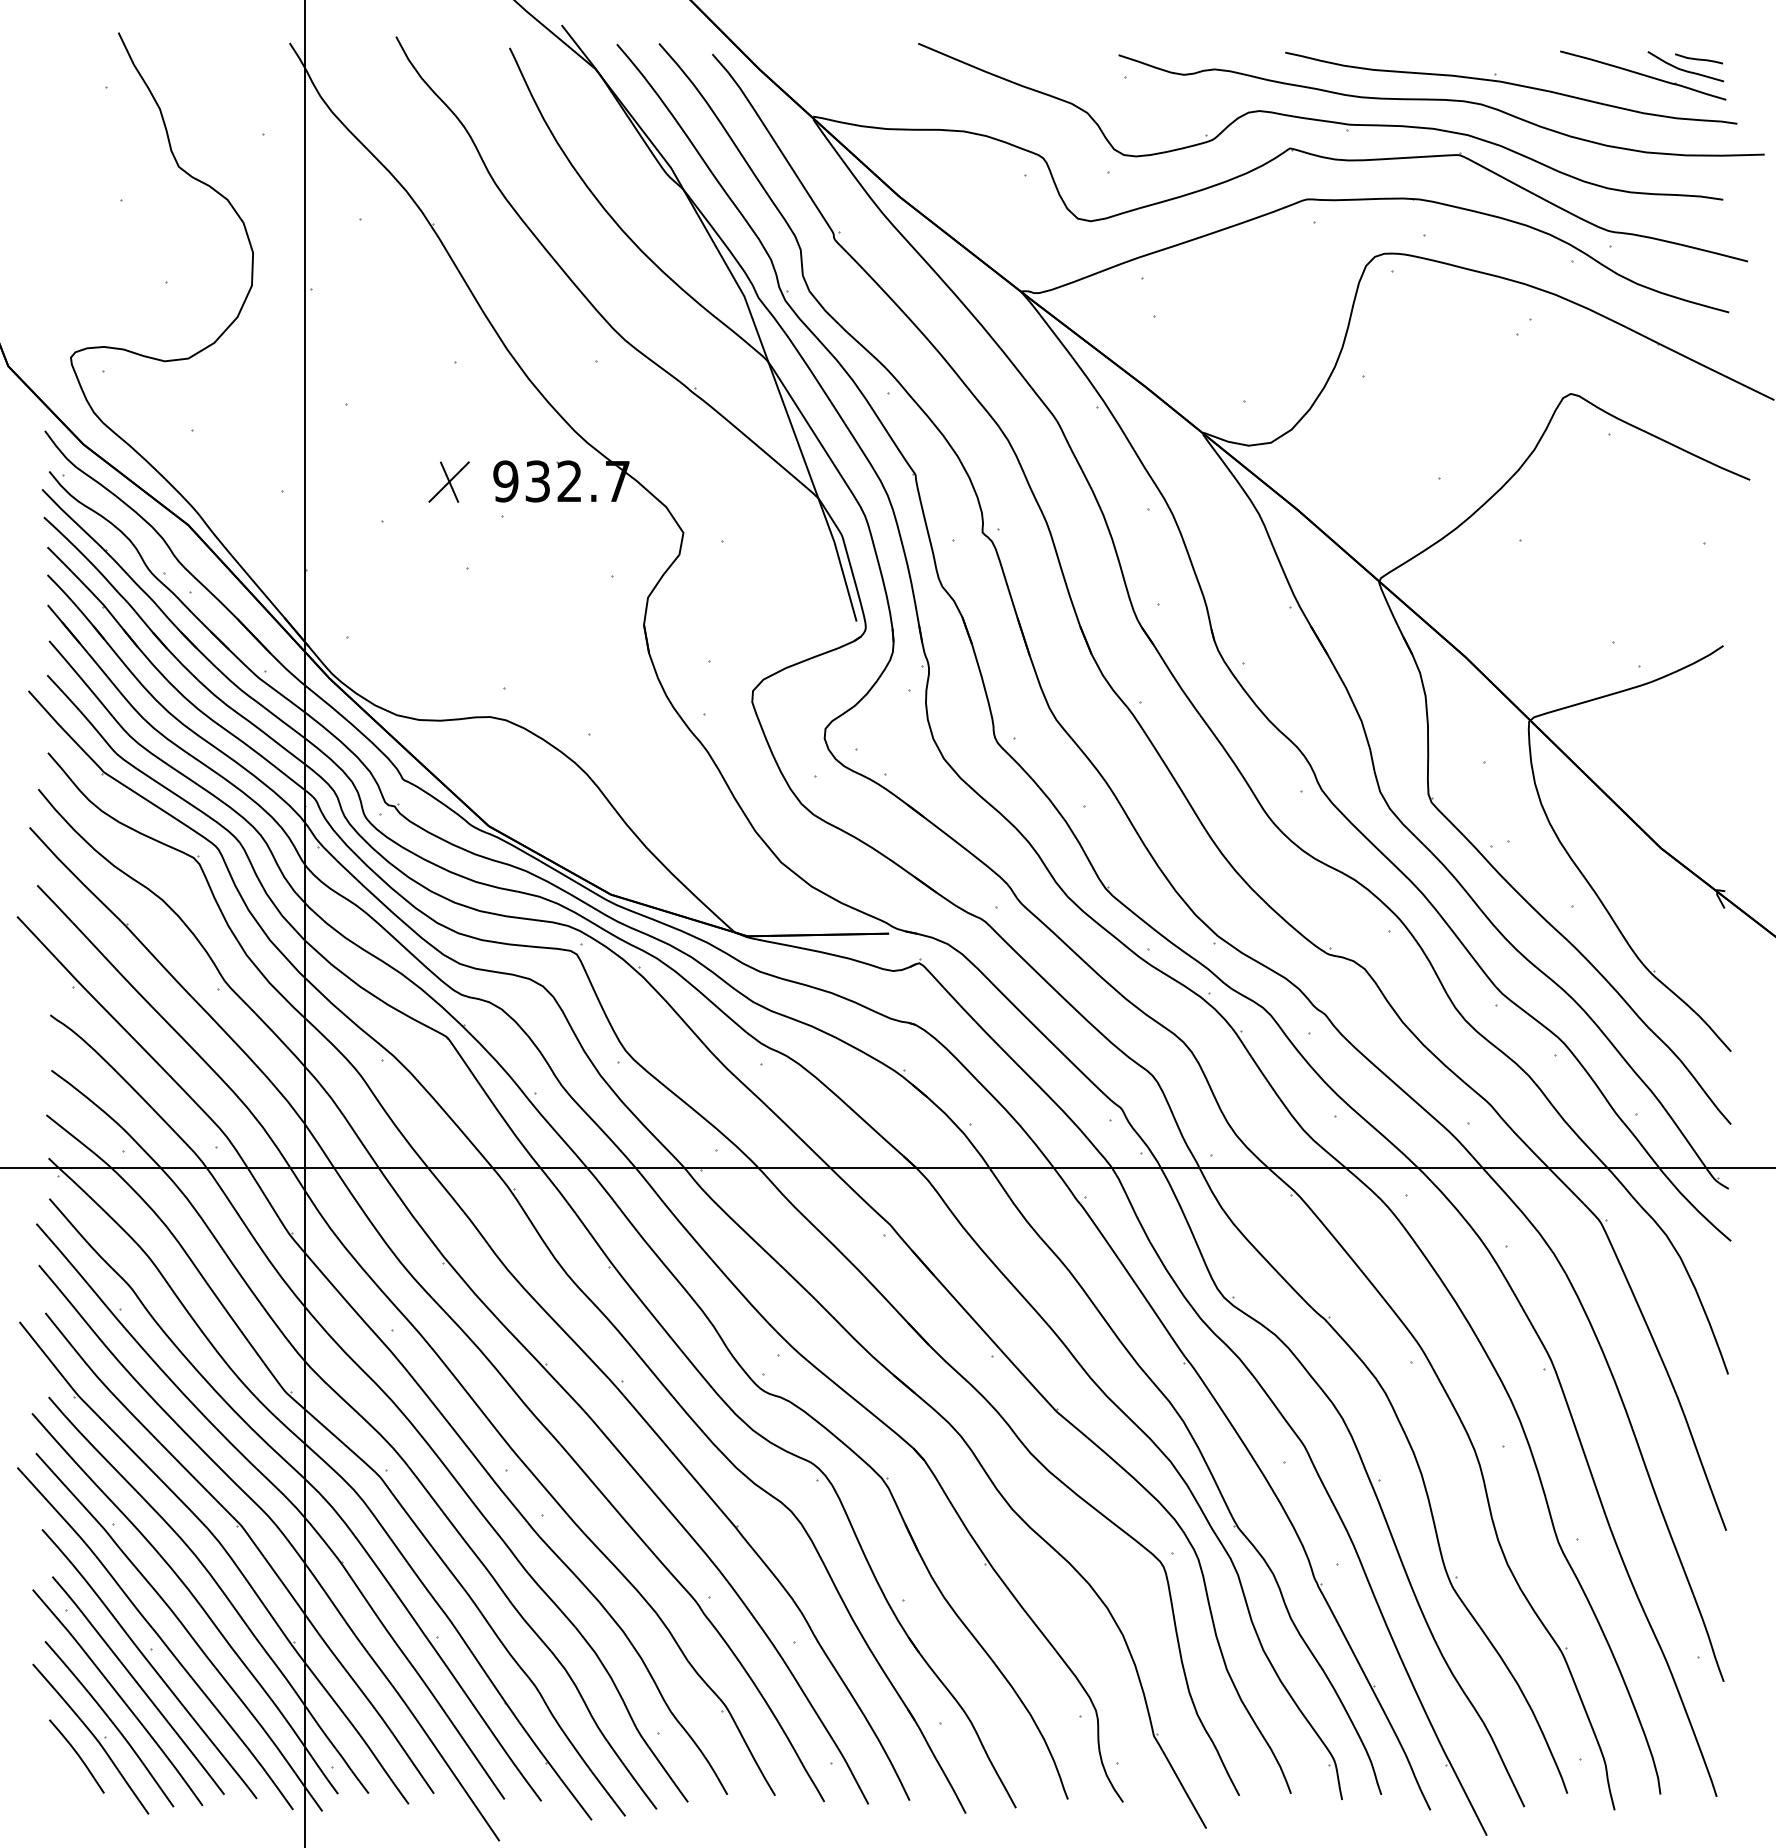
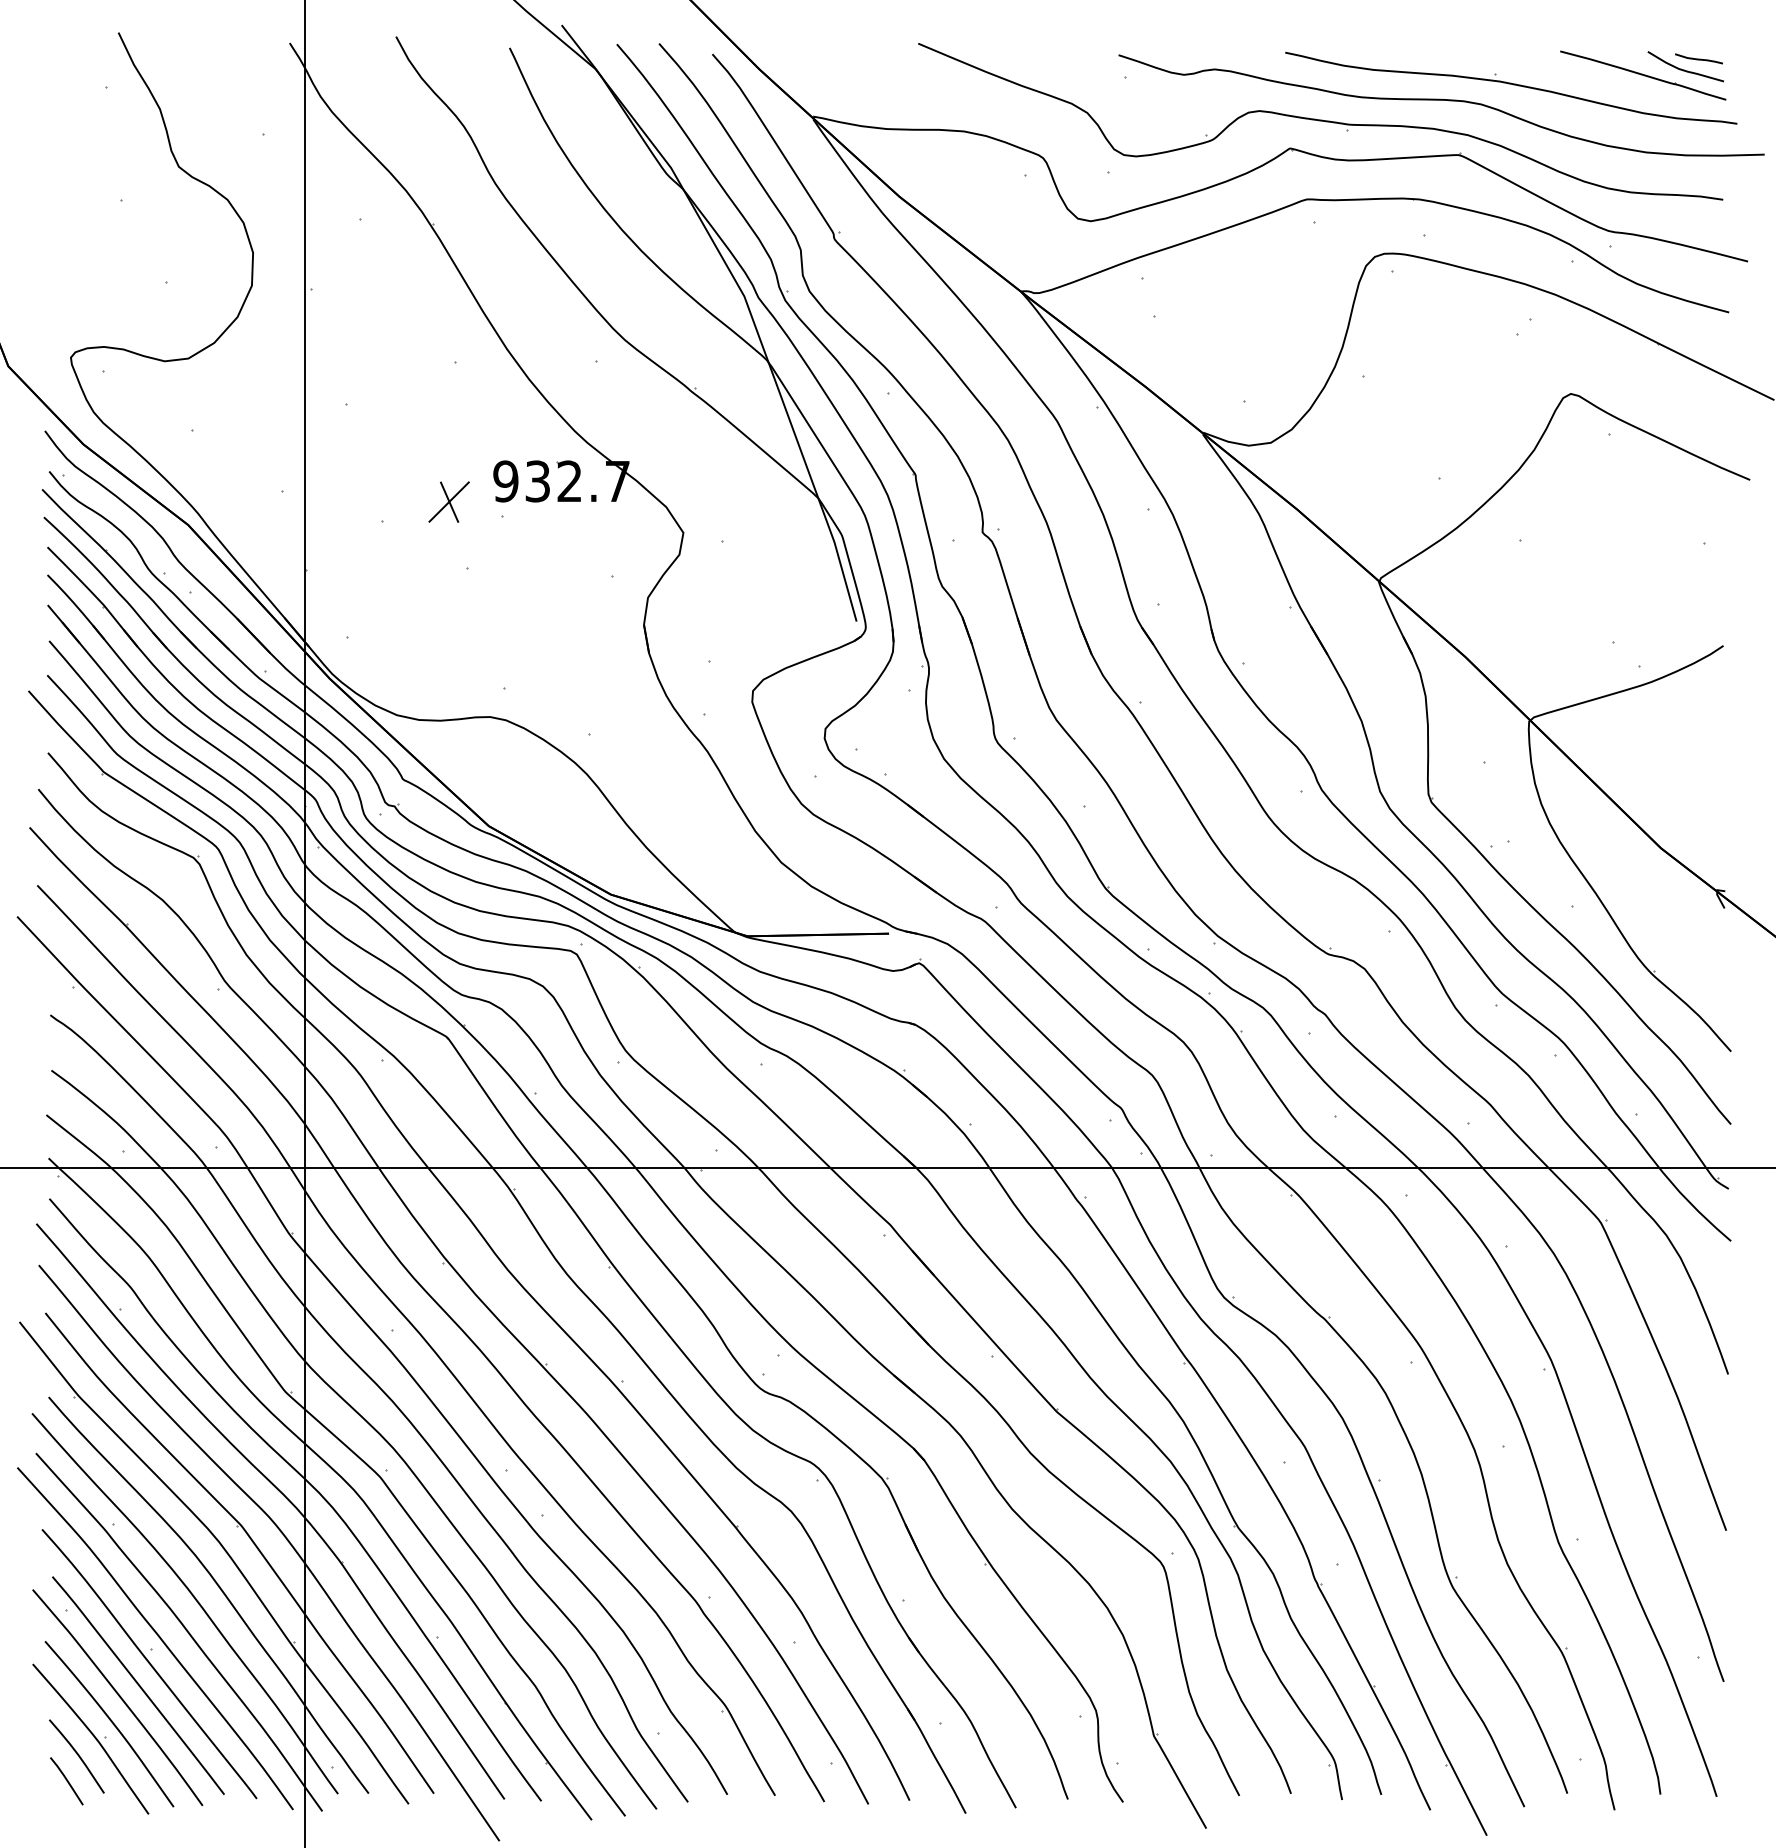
part at (448, 481) position: (448, 481) -> (448, 501)
line at (66, 1781): none -> present
